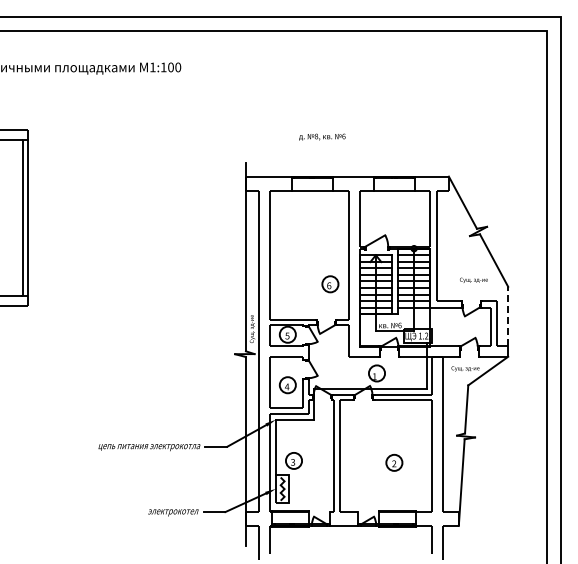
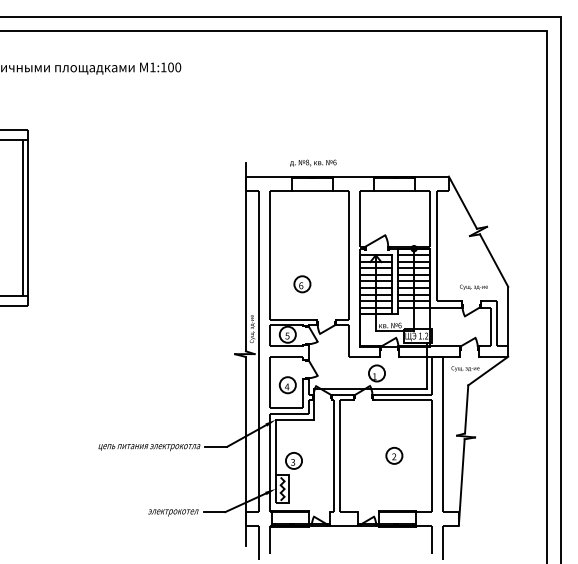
text at (322, 136) position: (322, 136) -> (313, 162)
text at (473, 279) position: (473, 279) -> (473, 286)
part at (330, 284) position: (330, 284) -> (302, 284)
line at (508, 316): dashed -> solid
part at (394, 462) position: (394, 462) -> (394, 455)
